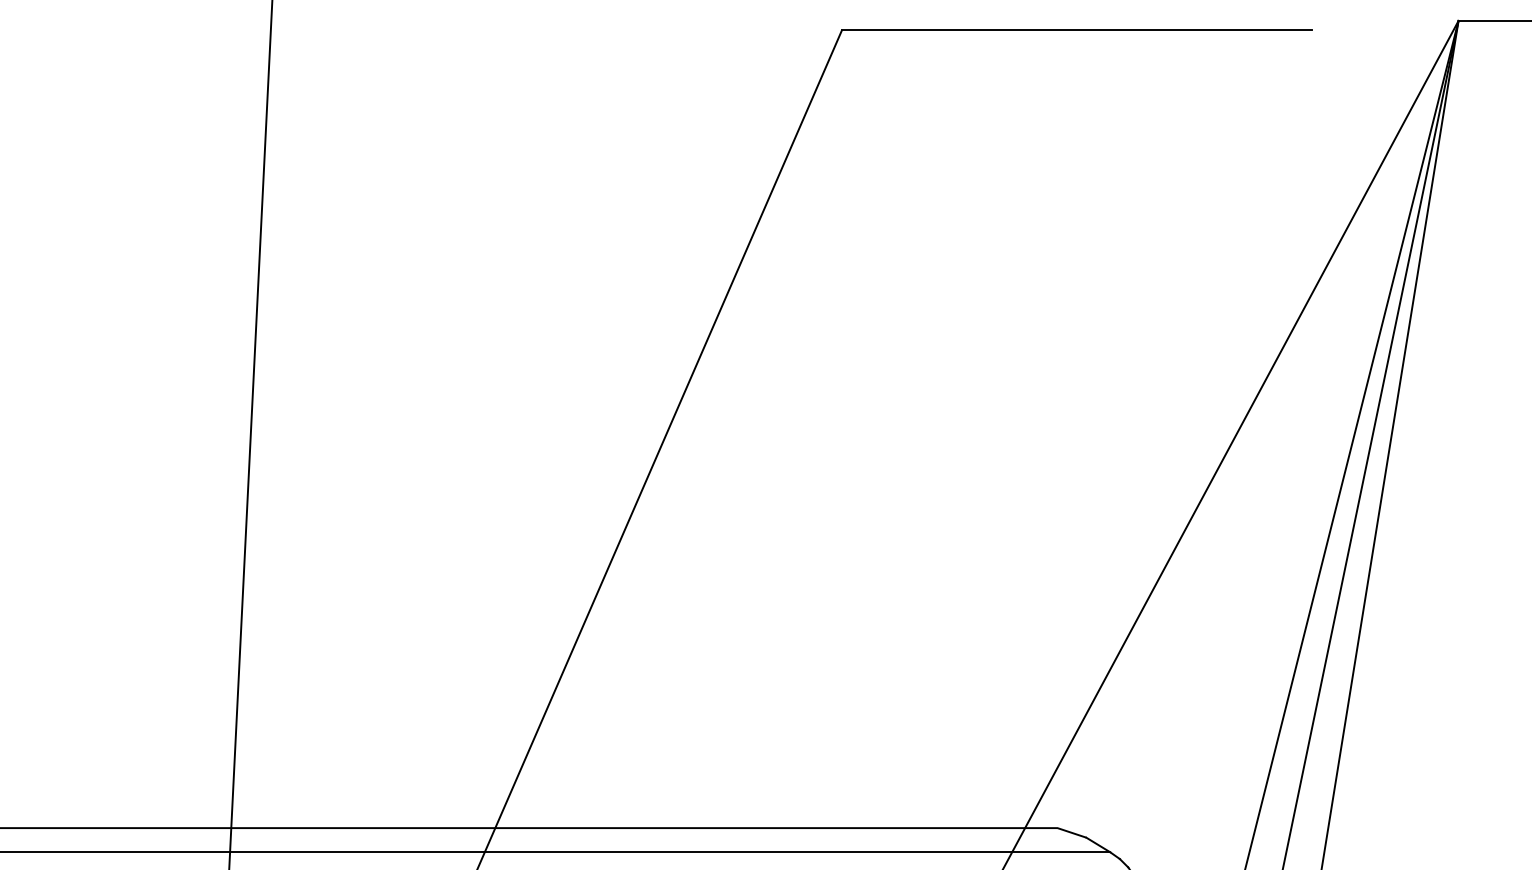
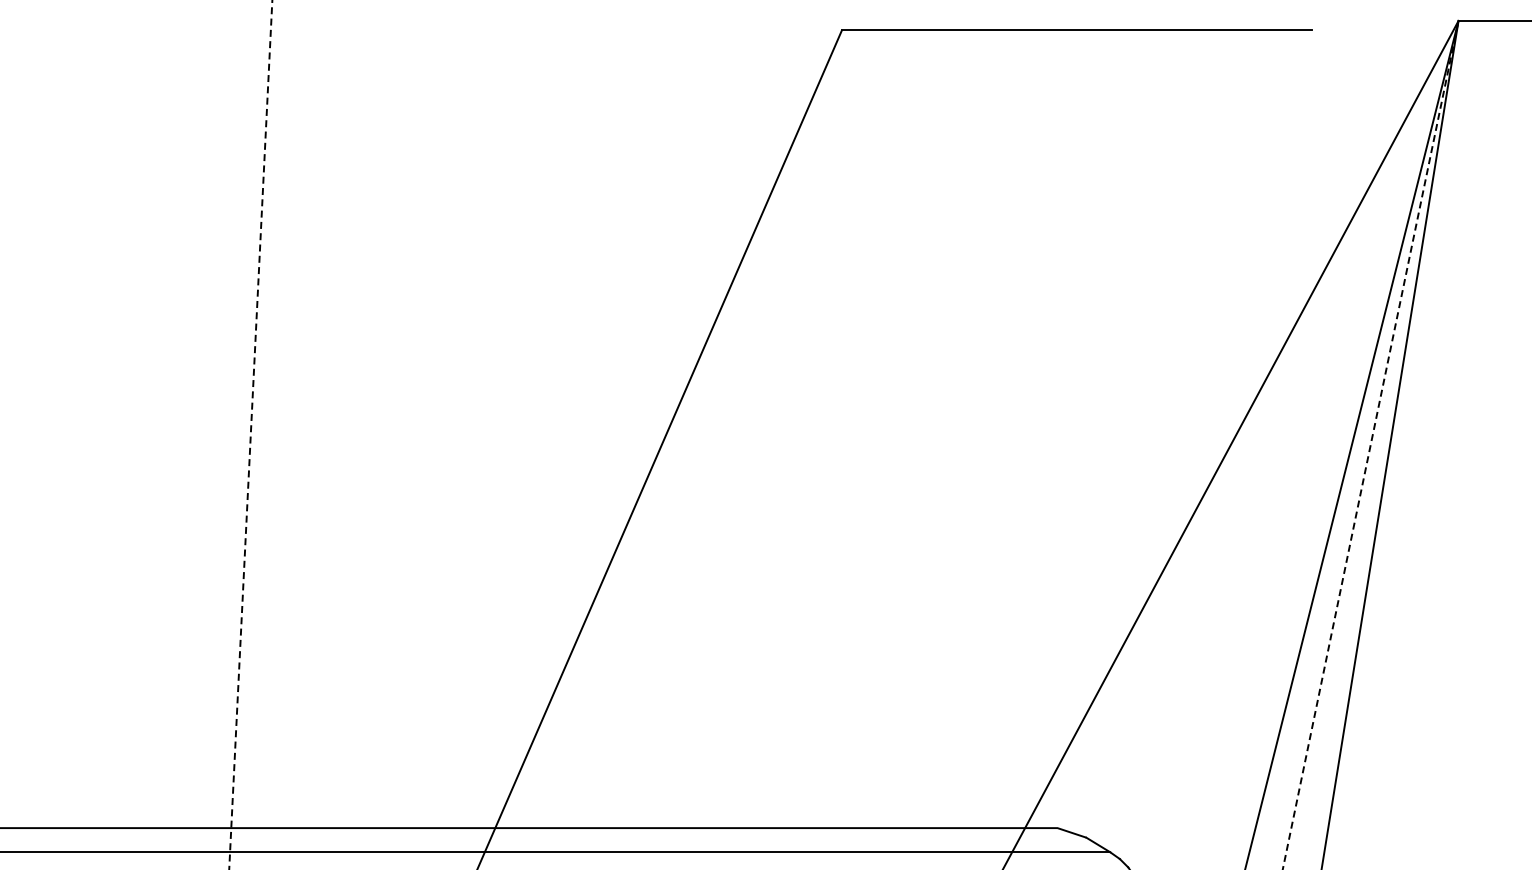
line at (250, 434): solid -> dashed
line at (1370, 444): solid -> dashed
